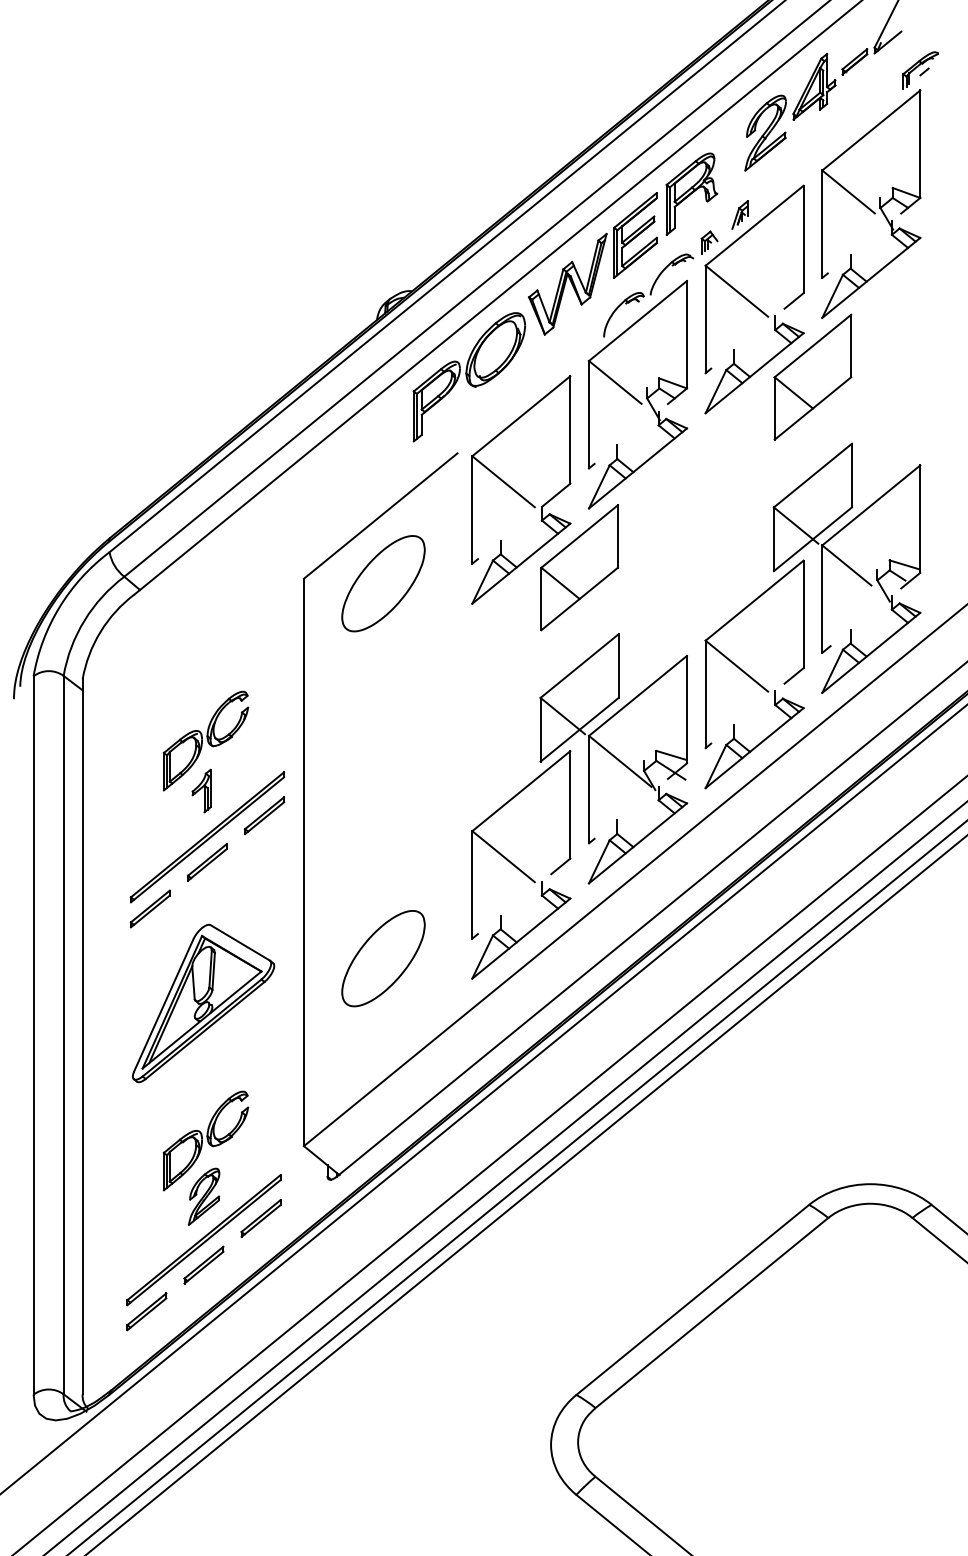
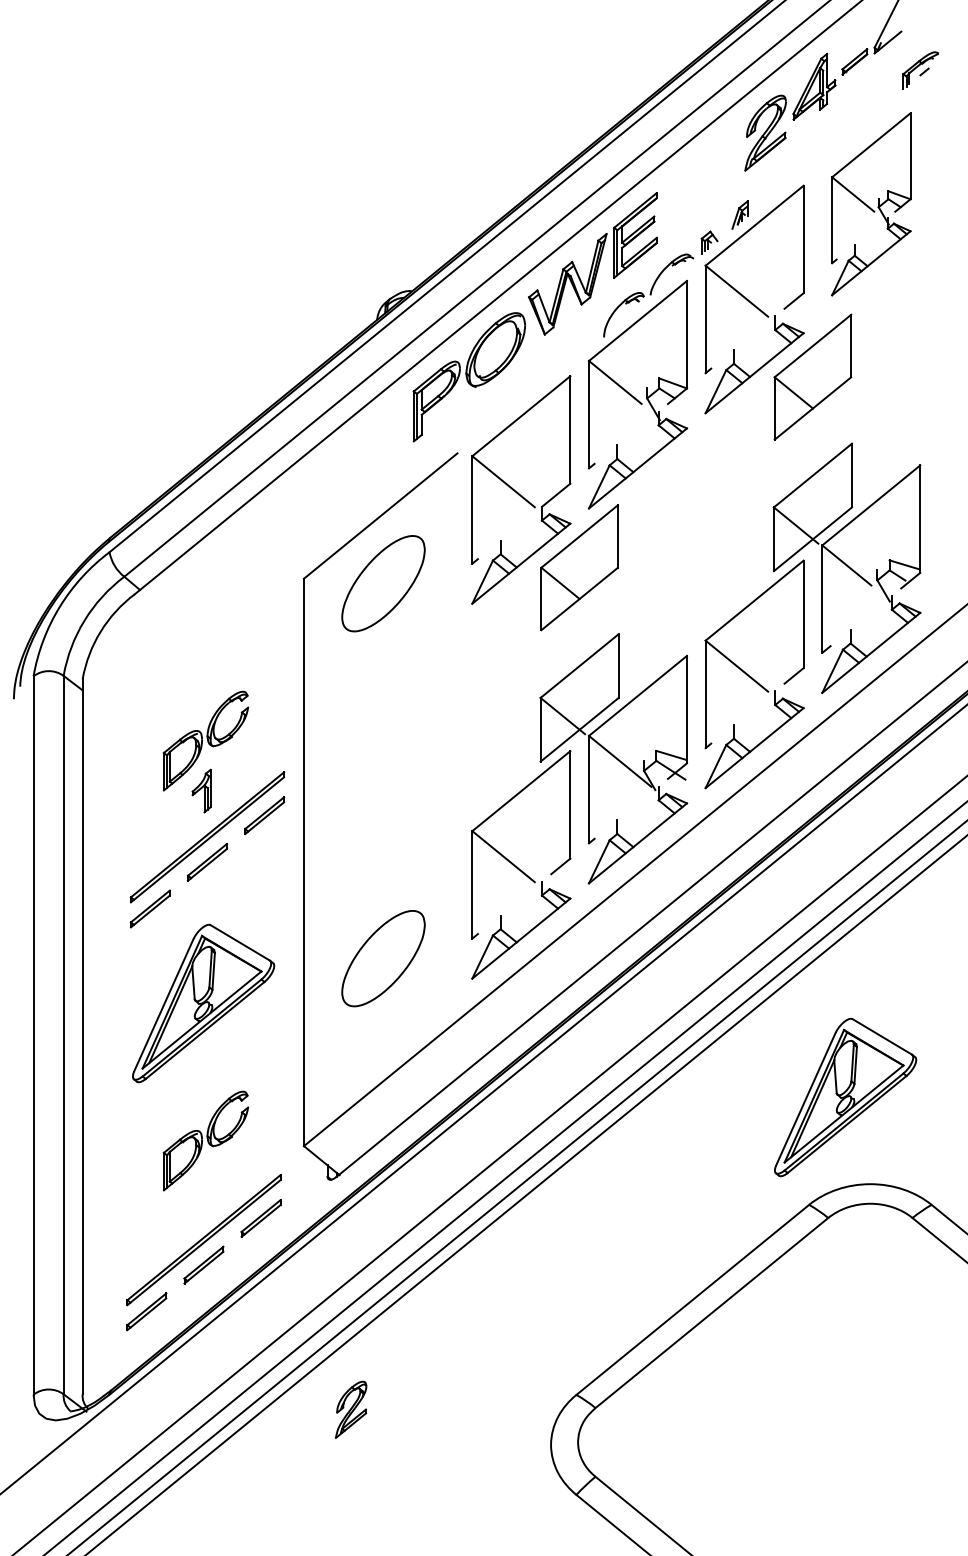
part at (691, 193): present -> none
part at (871, 204) size: 101x231 px -> 81x185 px
part at (845, 1097): none -> present
part at (203, 1196) position: (203, 1196) -> (350, 1409)
